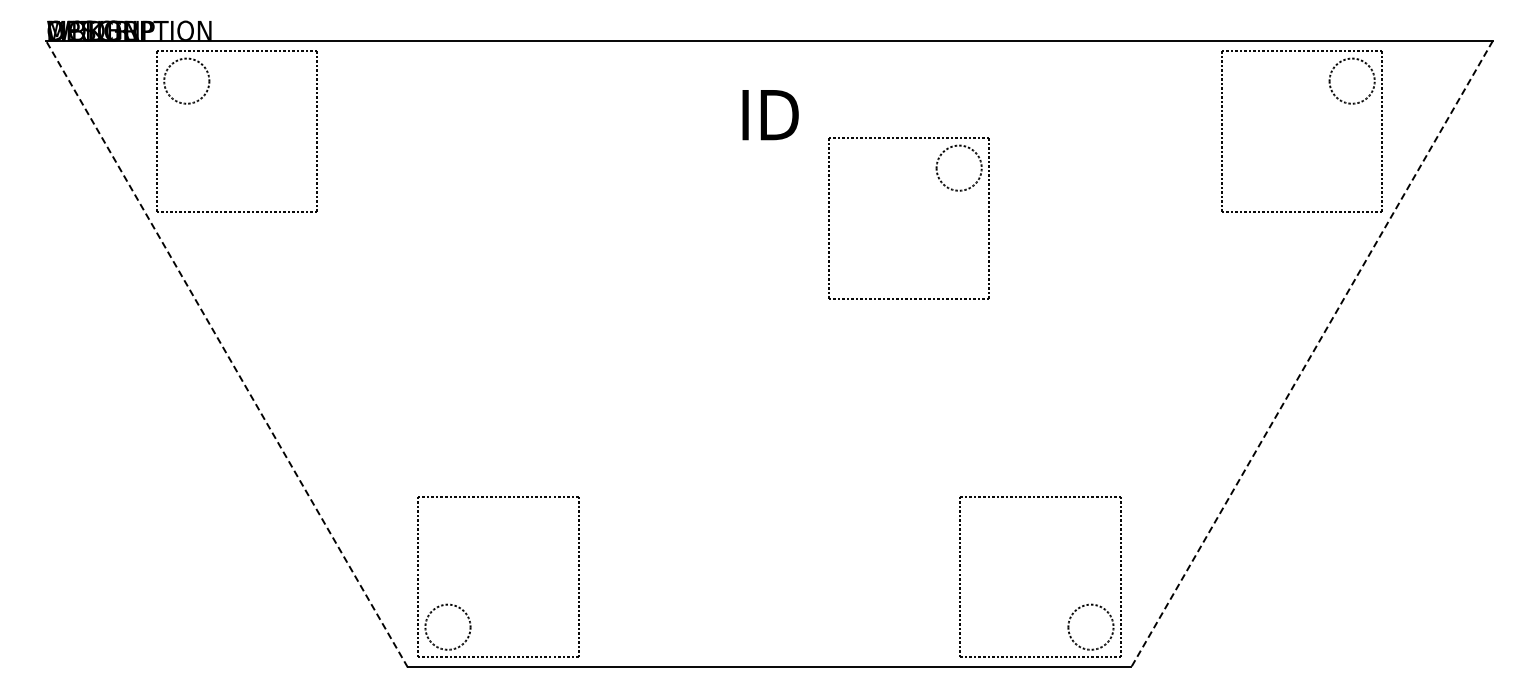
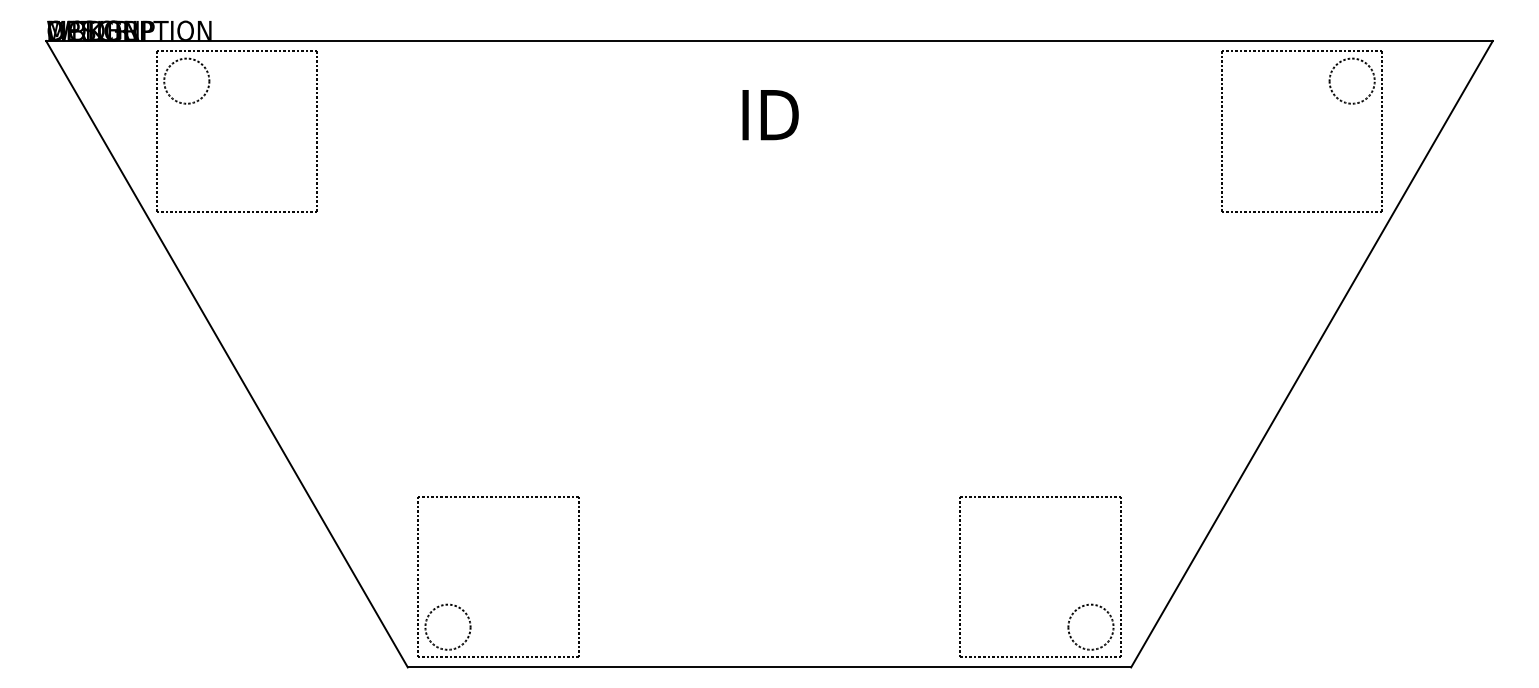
part at (941, 183): present -> none
line at (227, 354): dashed -> solid
line at (1311, 354): dashed -> solid
